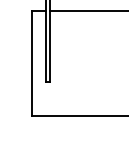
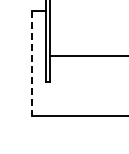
line at (87, 10) position: (87, 10) -> (87, 55)
line at (31, 63): solid -> dashed
